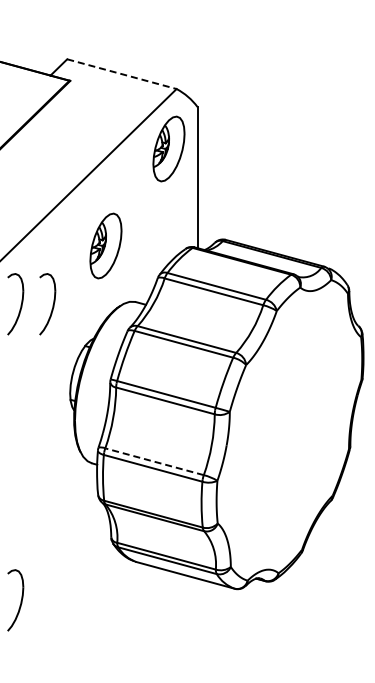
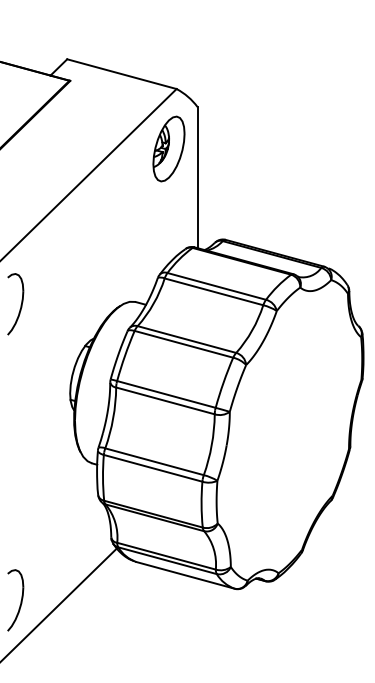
line at (121, 74): dashed -> solid
part at (105, 245): present -> none
part at (47, 304): present -> none
line at (154, 461): dashed -> solid
line at (59, 604): none -> present
